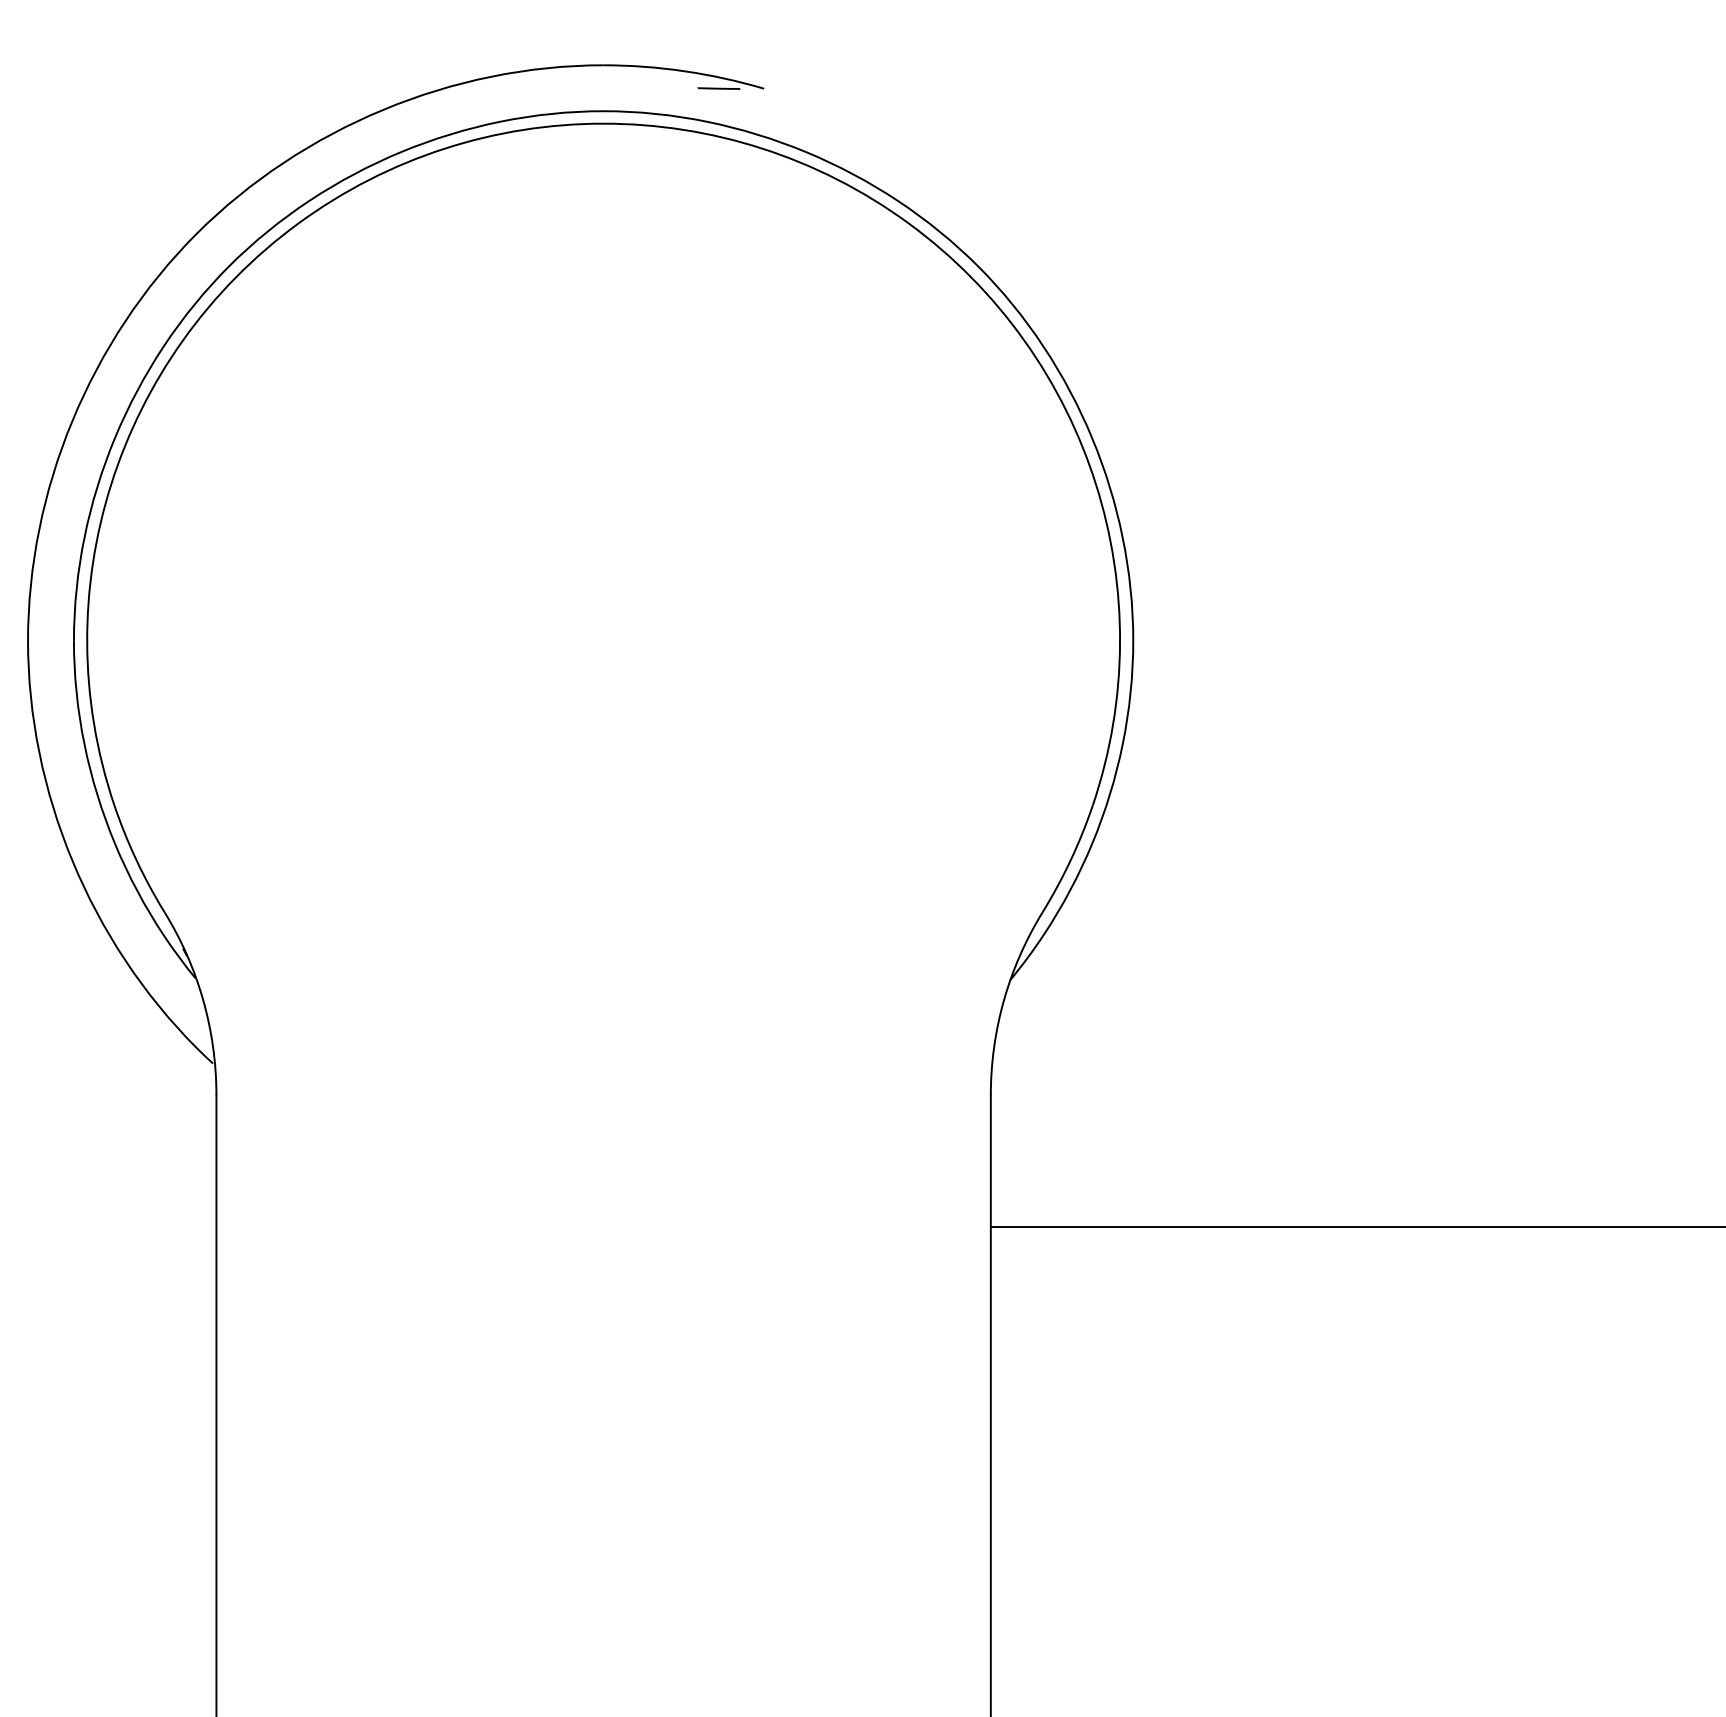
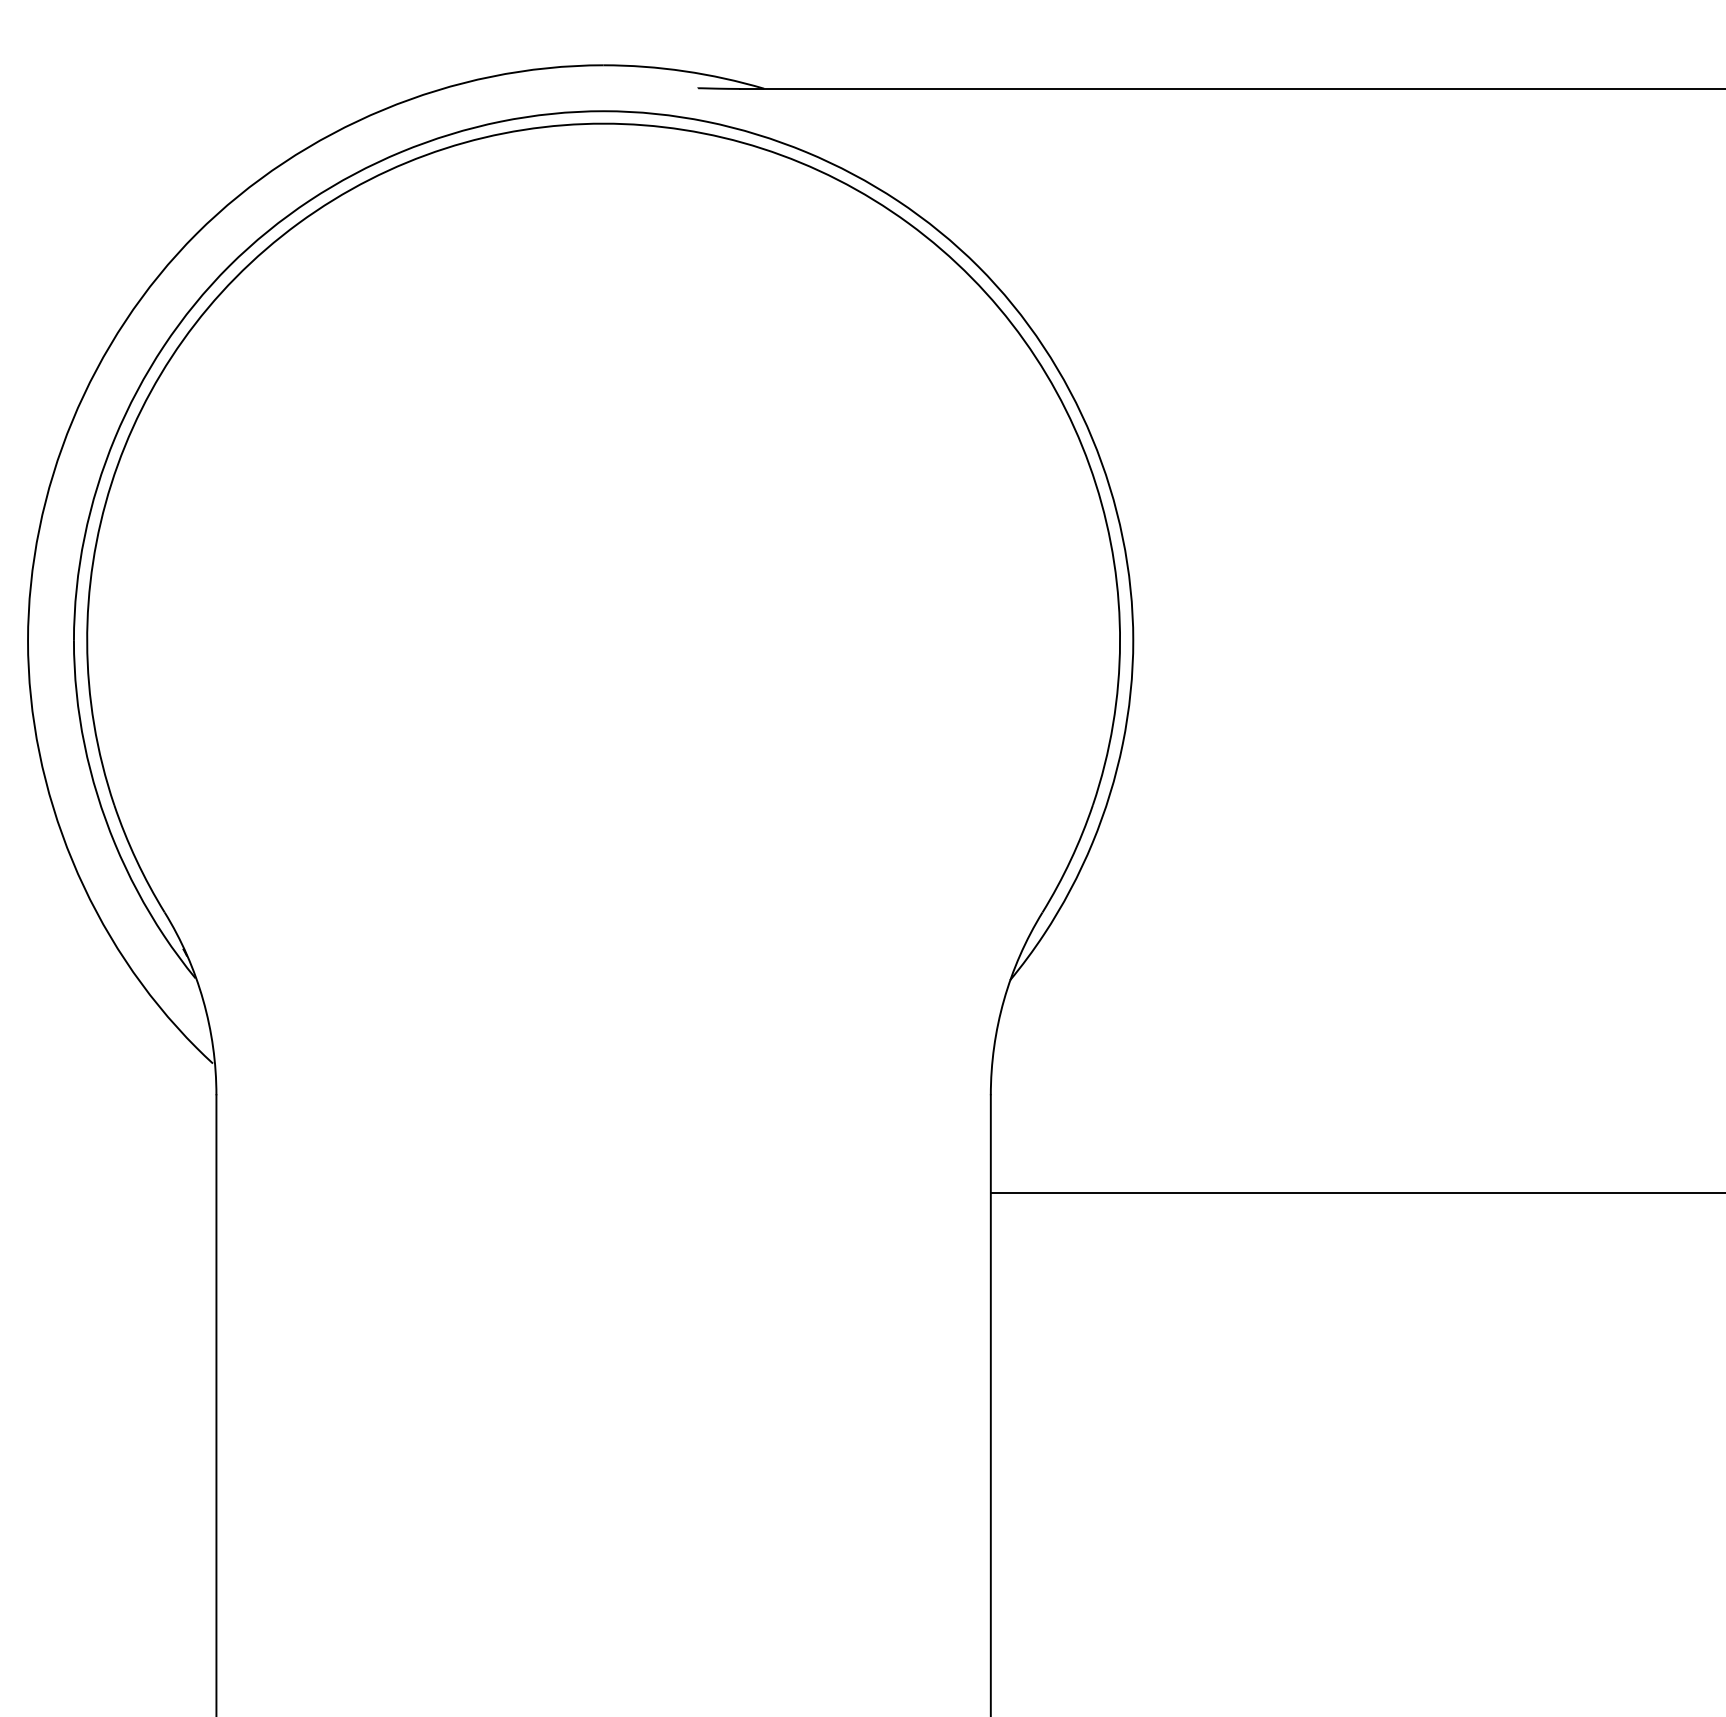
line at (1231, 88): none -> present
line at (1356, 1226) position: (1356, 1226) -> (1356, 1192)
